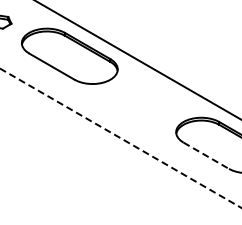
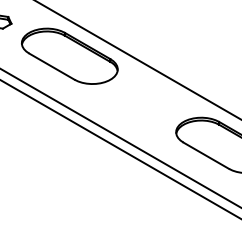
line at (120, 138): dashed -> solid
line at (120, 149): none -> present
line at (206, 155): dashed -> solid
